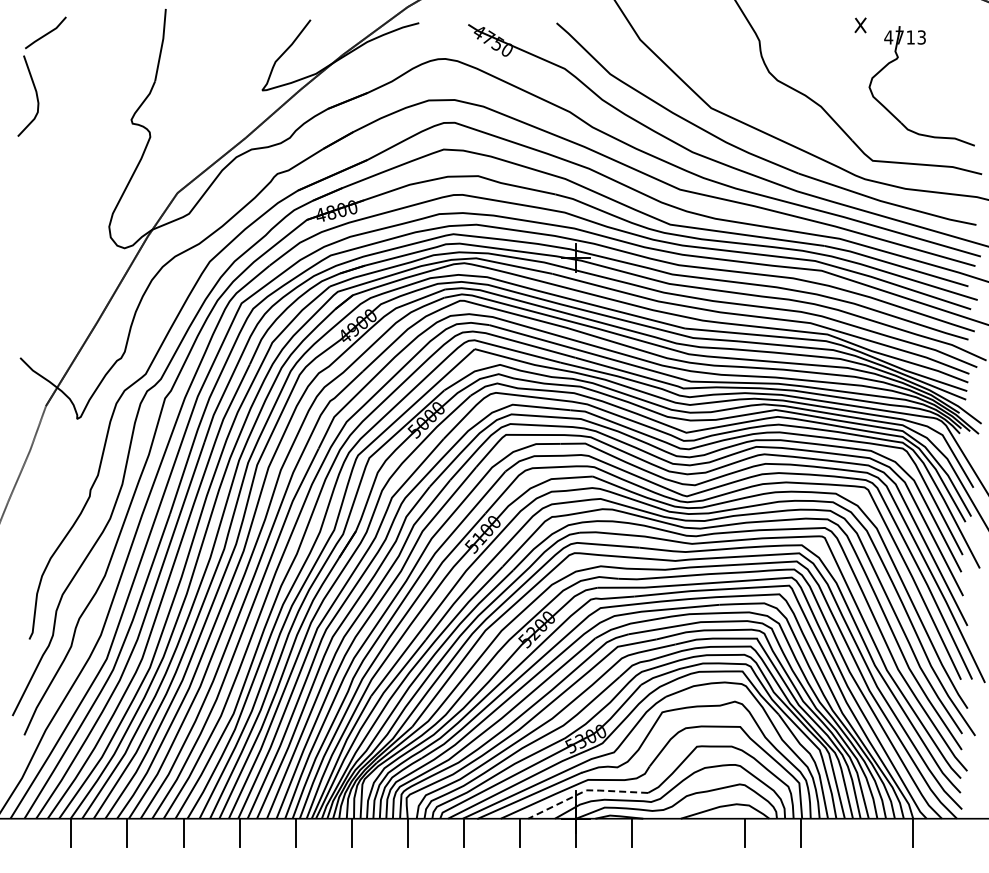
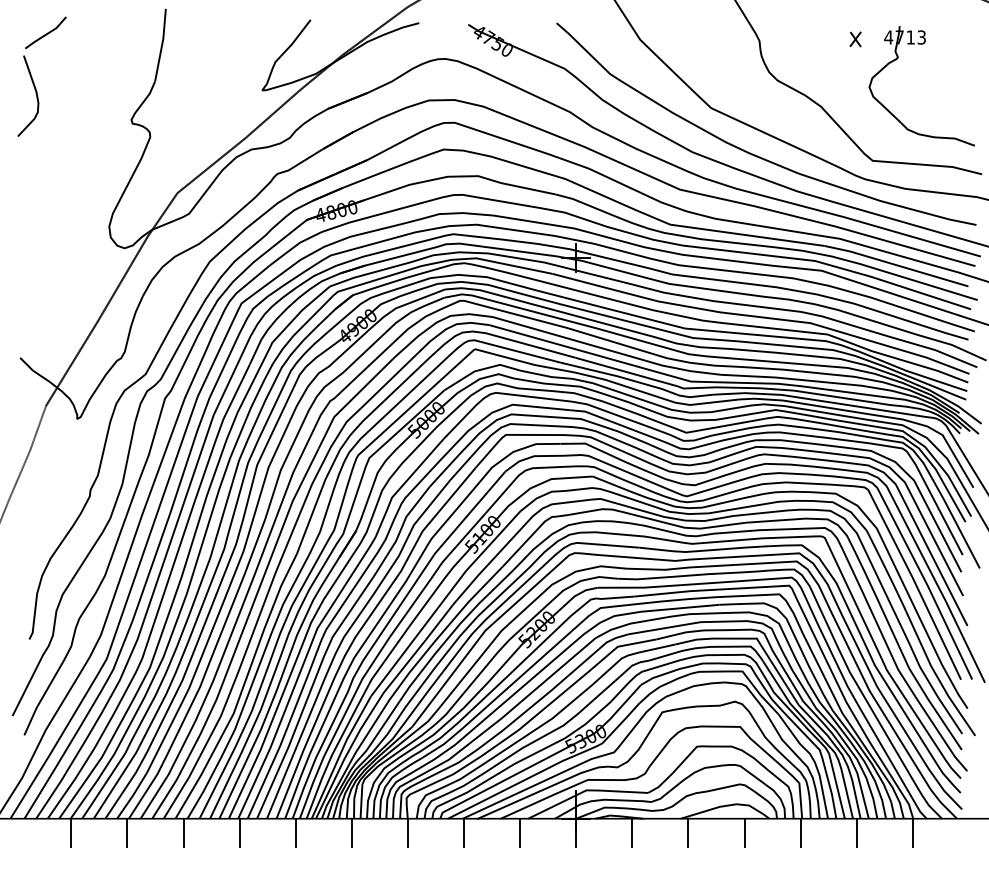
part at (860, 25) position: (860, 25) -> (855, 39)
line at (586, 790): dashed -> solid
line at (688, 832): none -> present
line at (856, 832): none -> present
